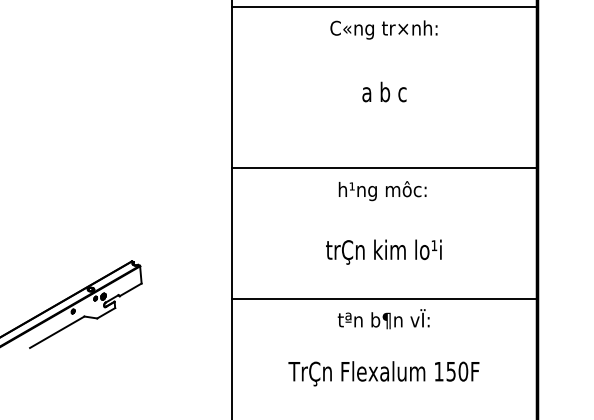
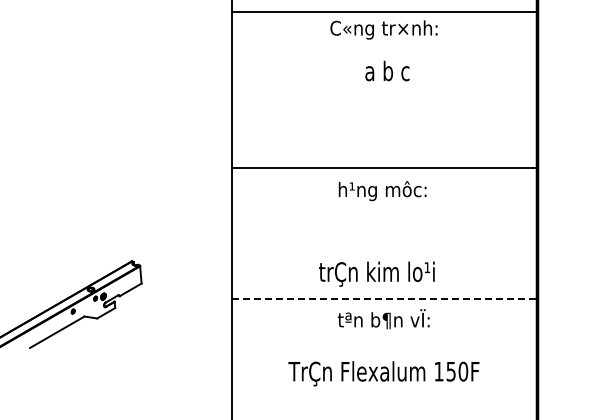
line at (384, 6) position: (384, 6) -> (384, 11)
text at (384, 91) position: (384, 91) -> (387, 70)
text at (383, 251) position: (383, 251) -> (376, 273)
line at (384, 298): solid -> dashed
